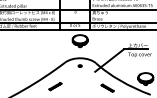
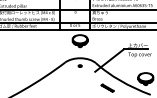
part at (55, 86): present -> none
